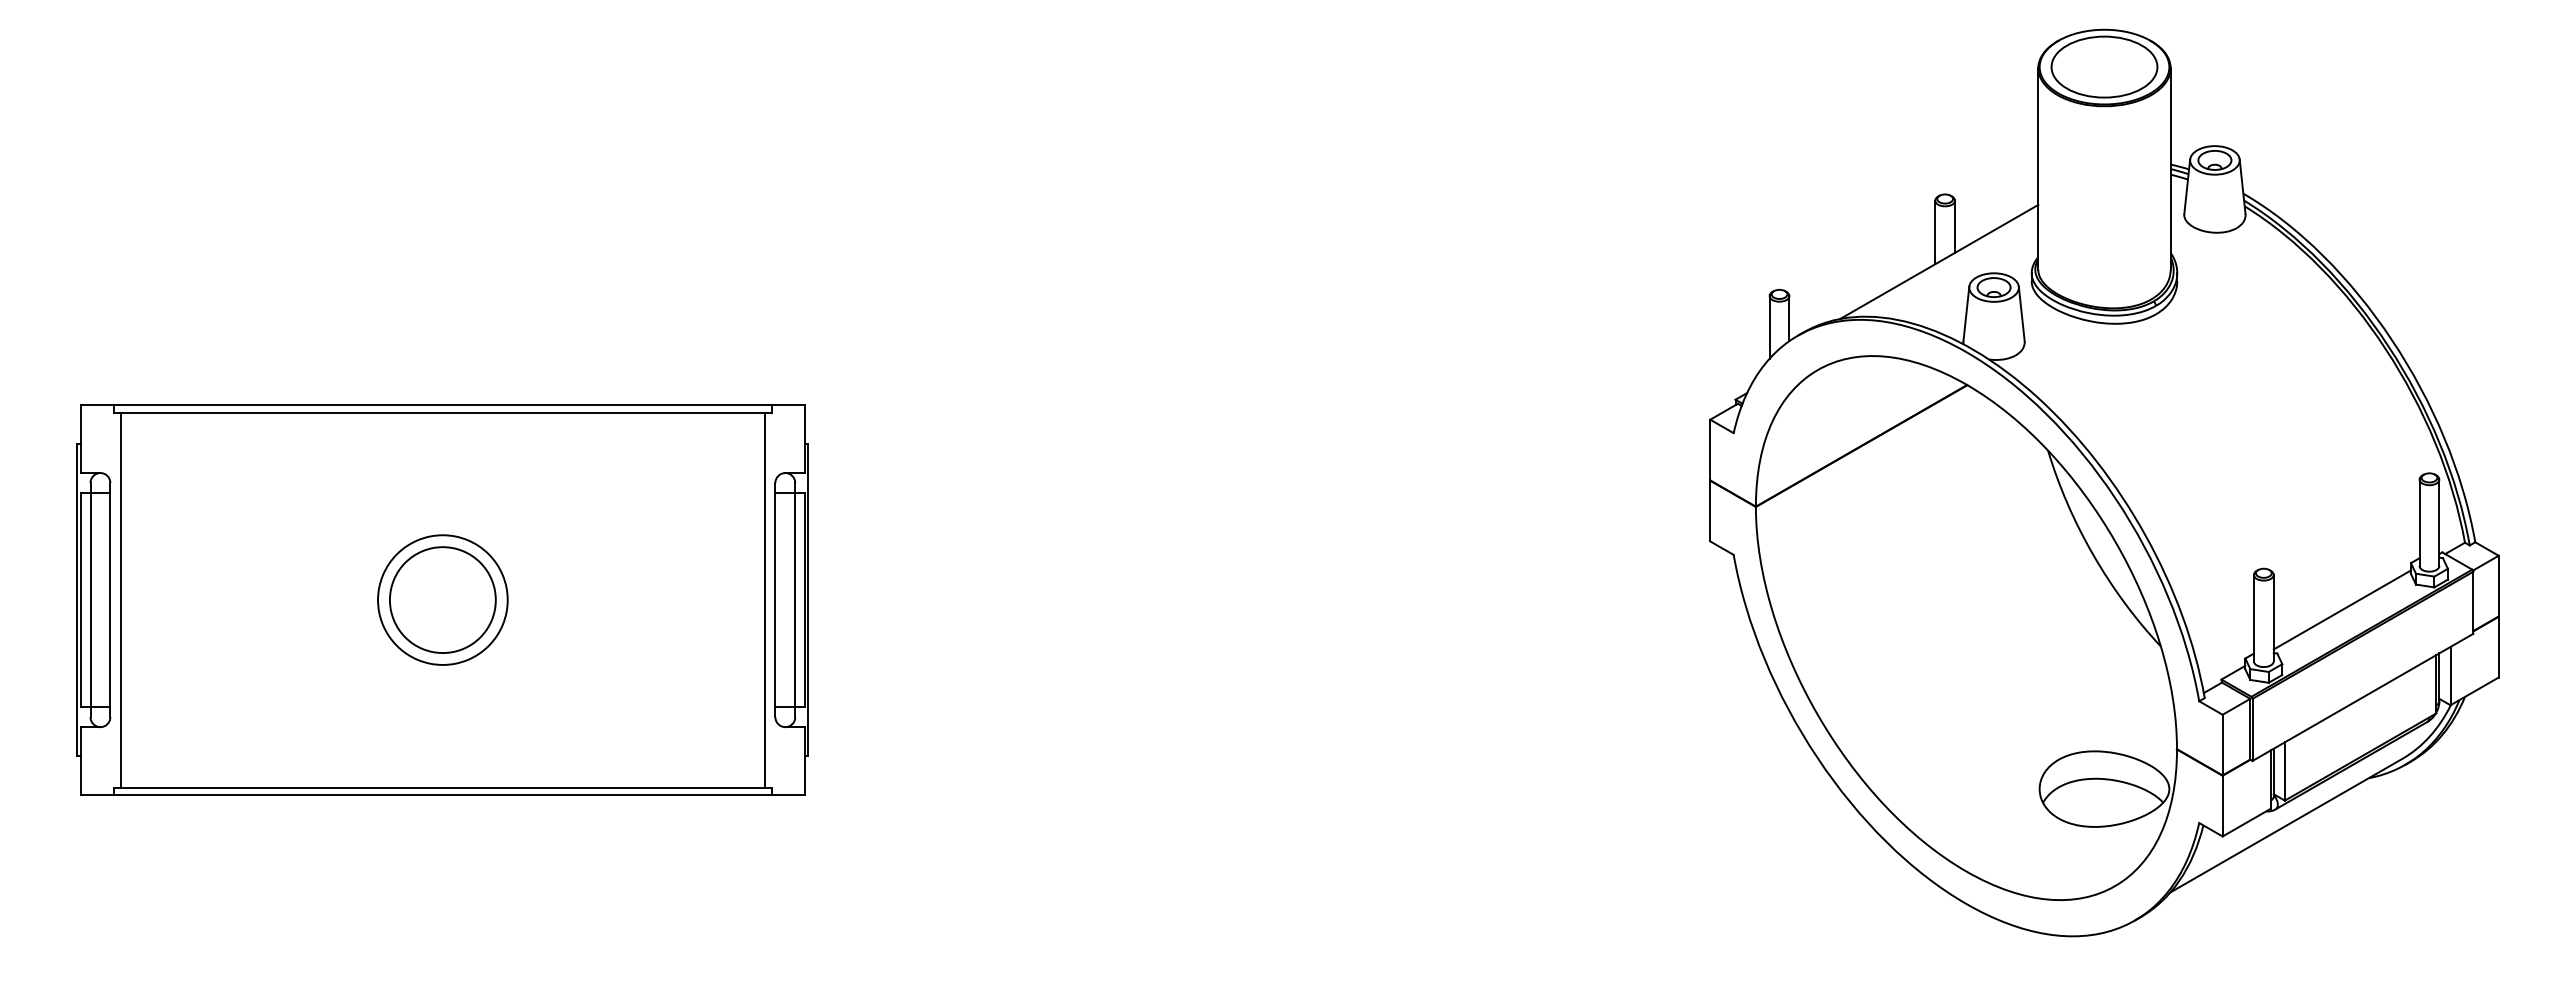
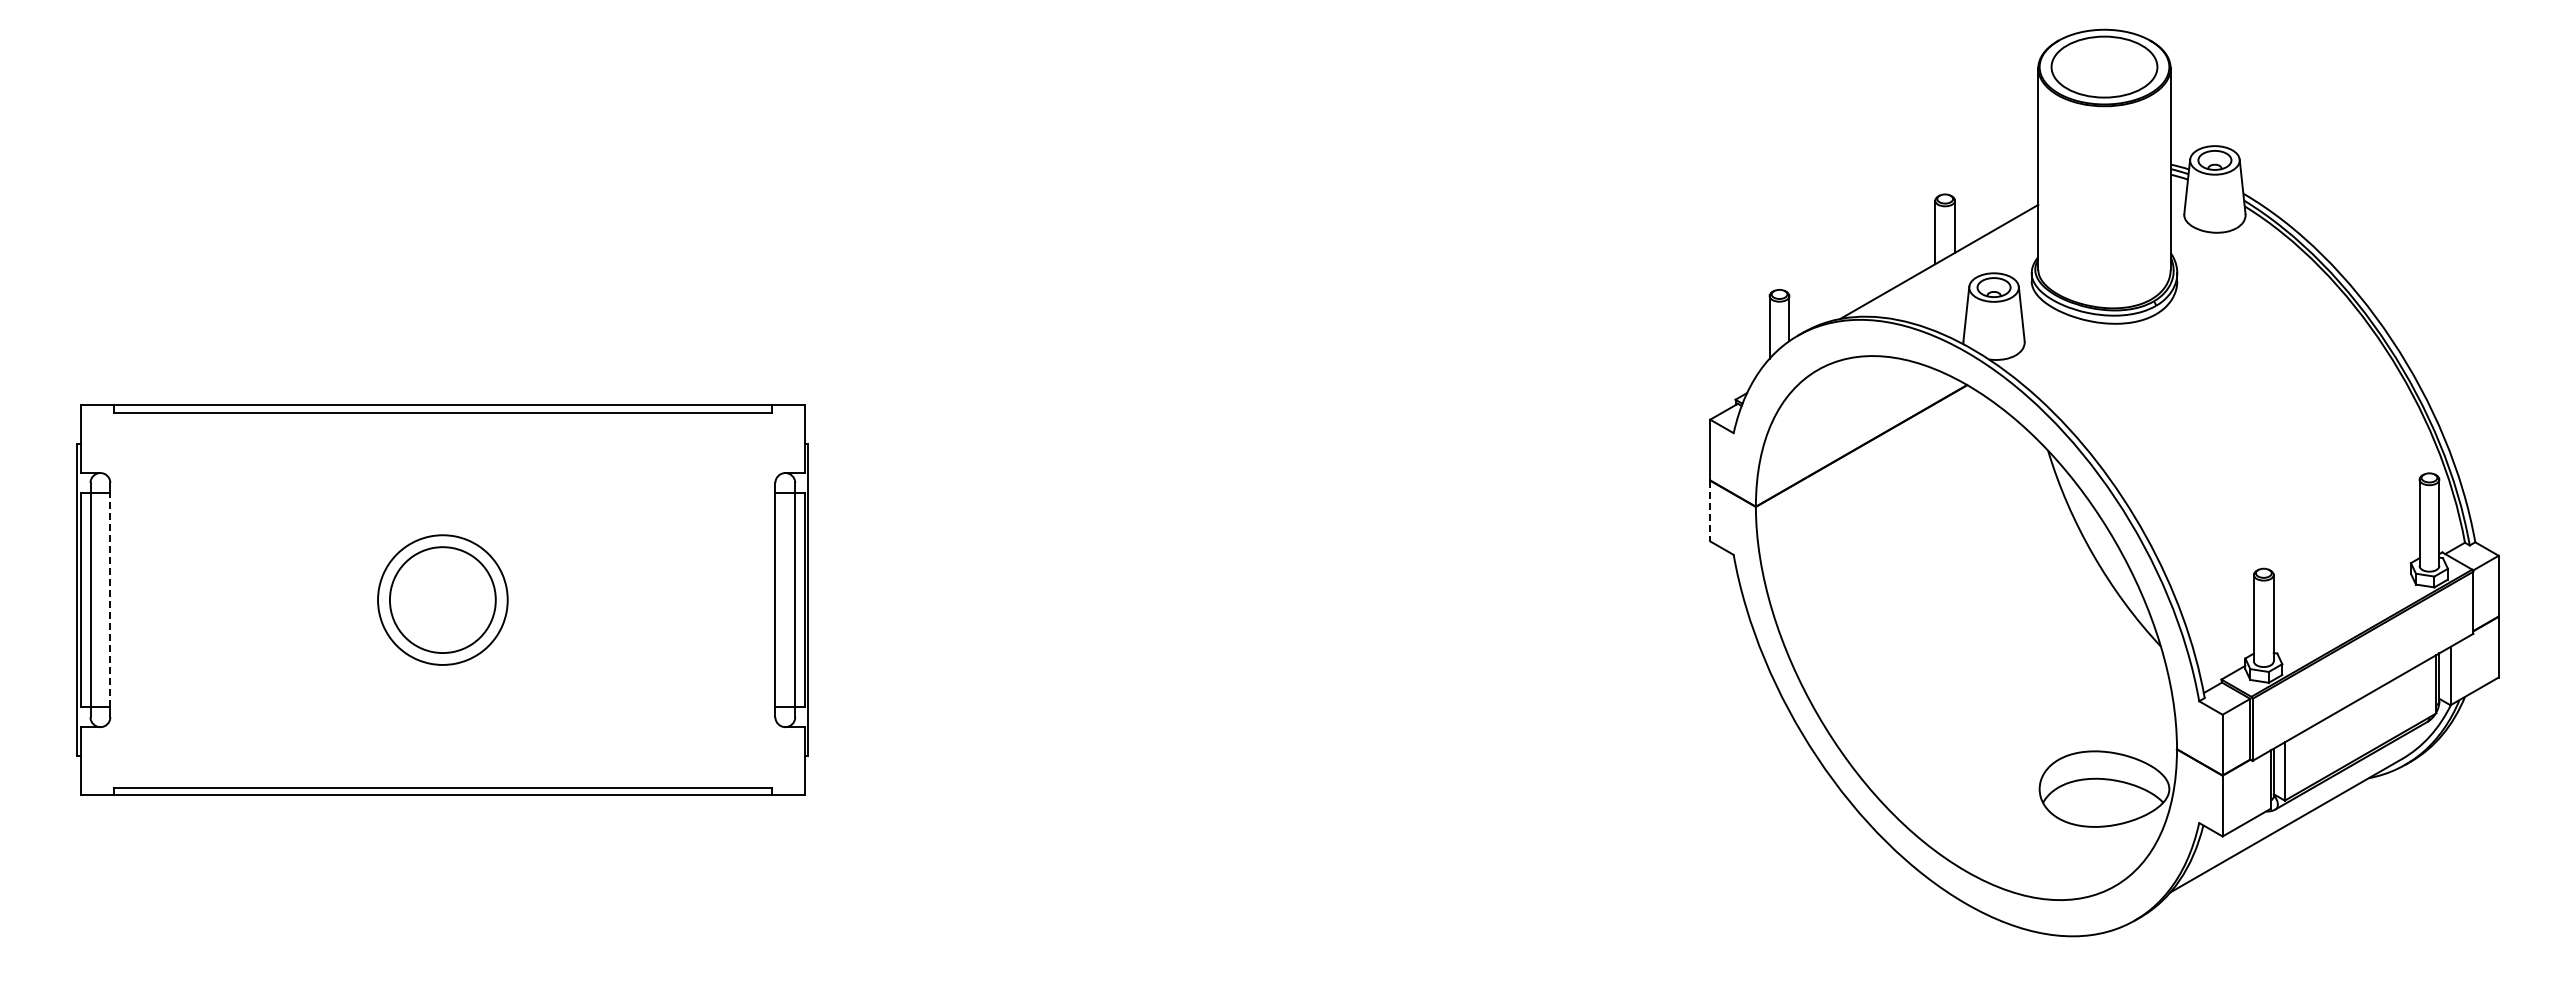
line at (1710, 511): solid -> dashed
line at (110, 599): solid -> dashed
line at (120, 599): present -> none
line at (765, 599): present -> none
line at (2342, 609): present -> none
